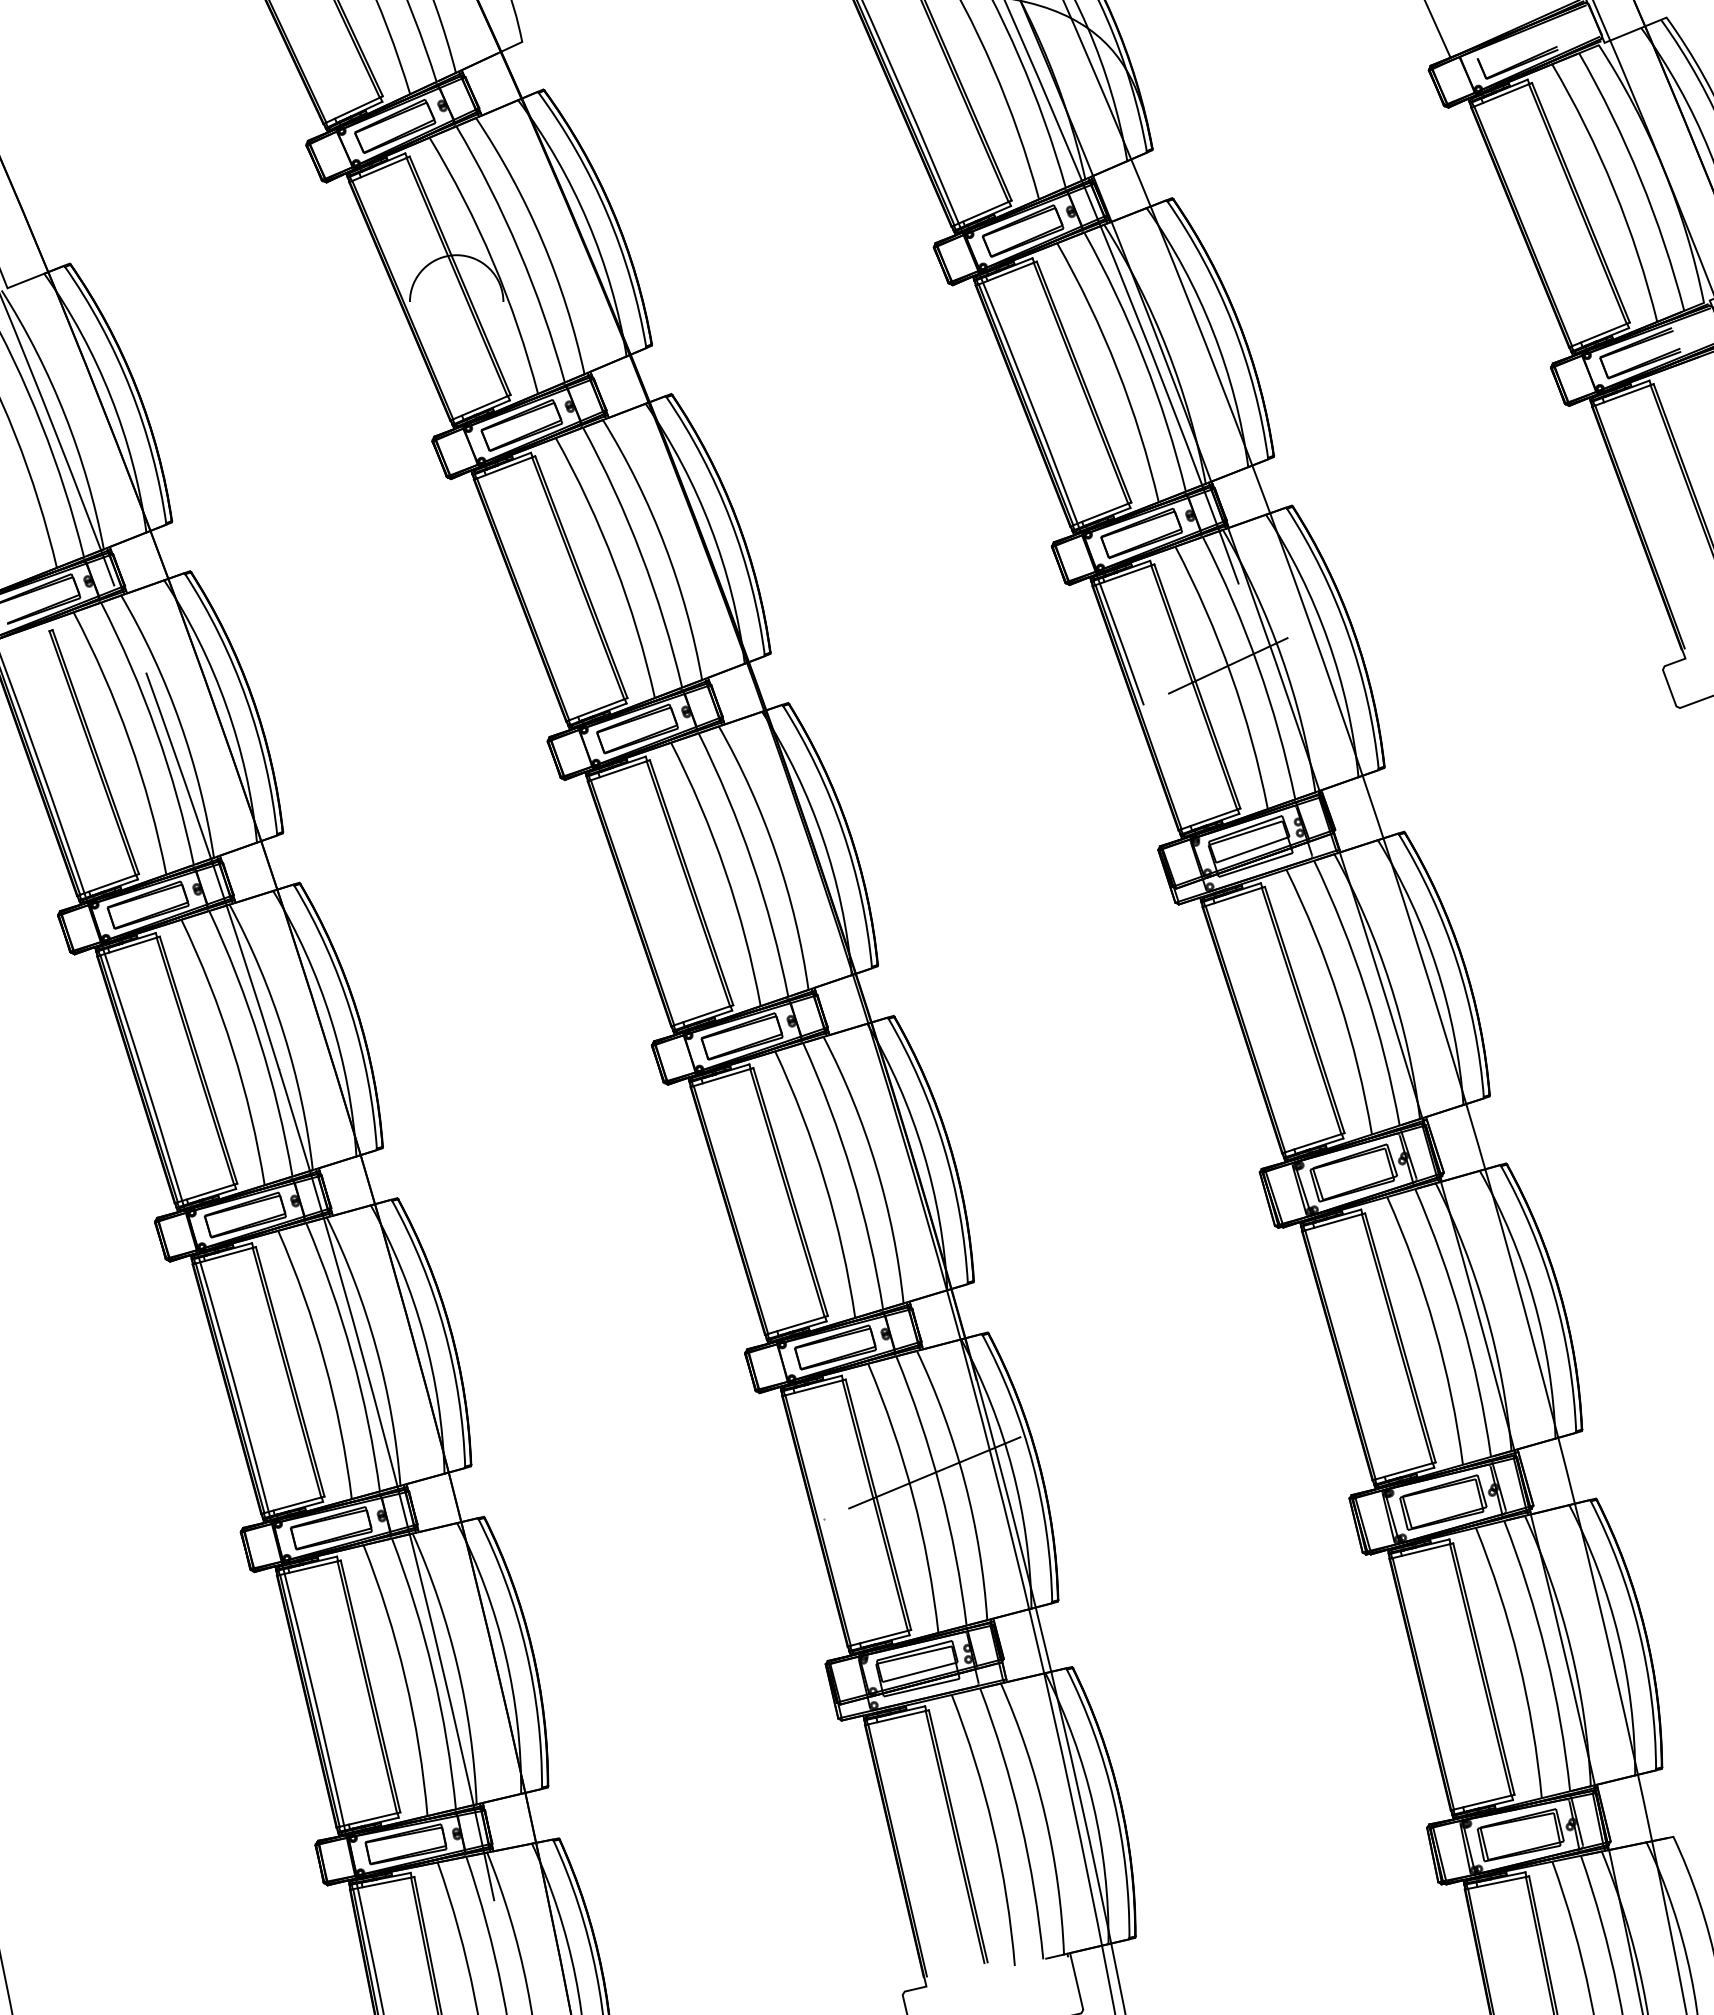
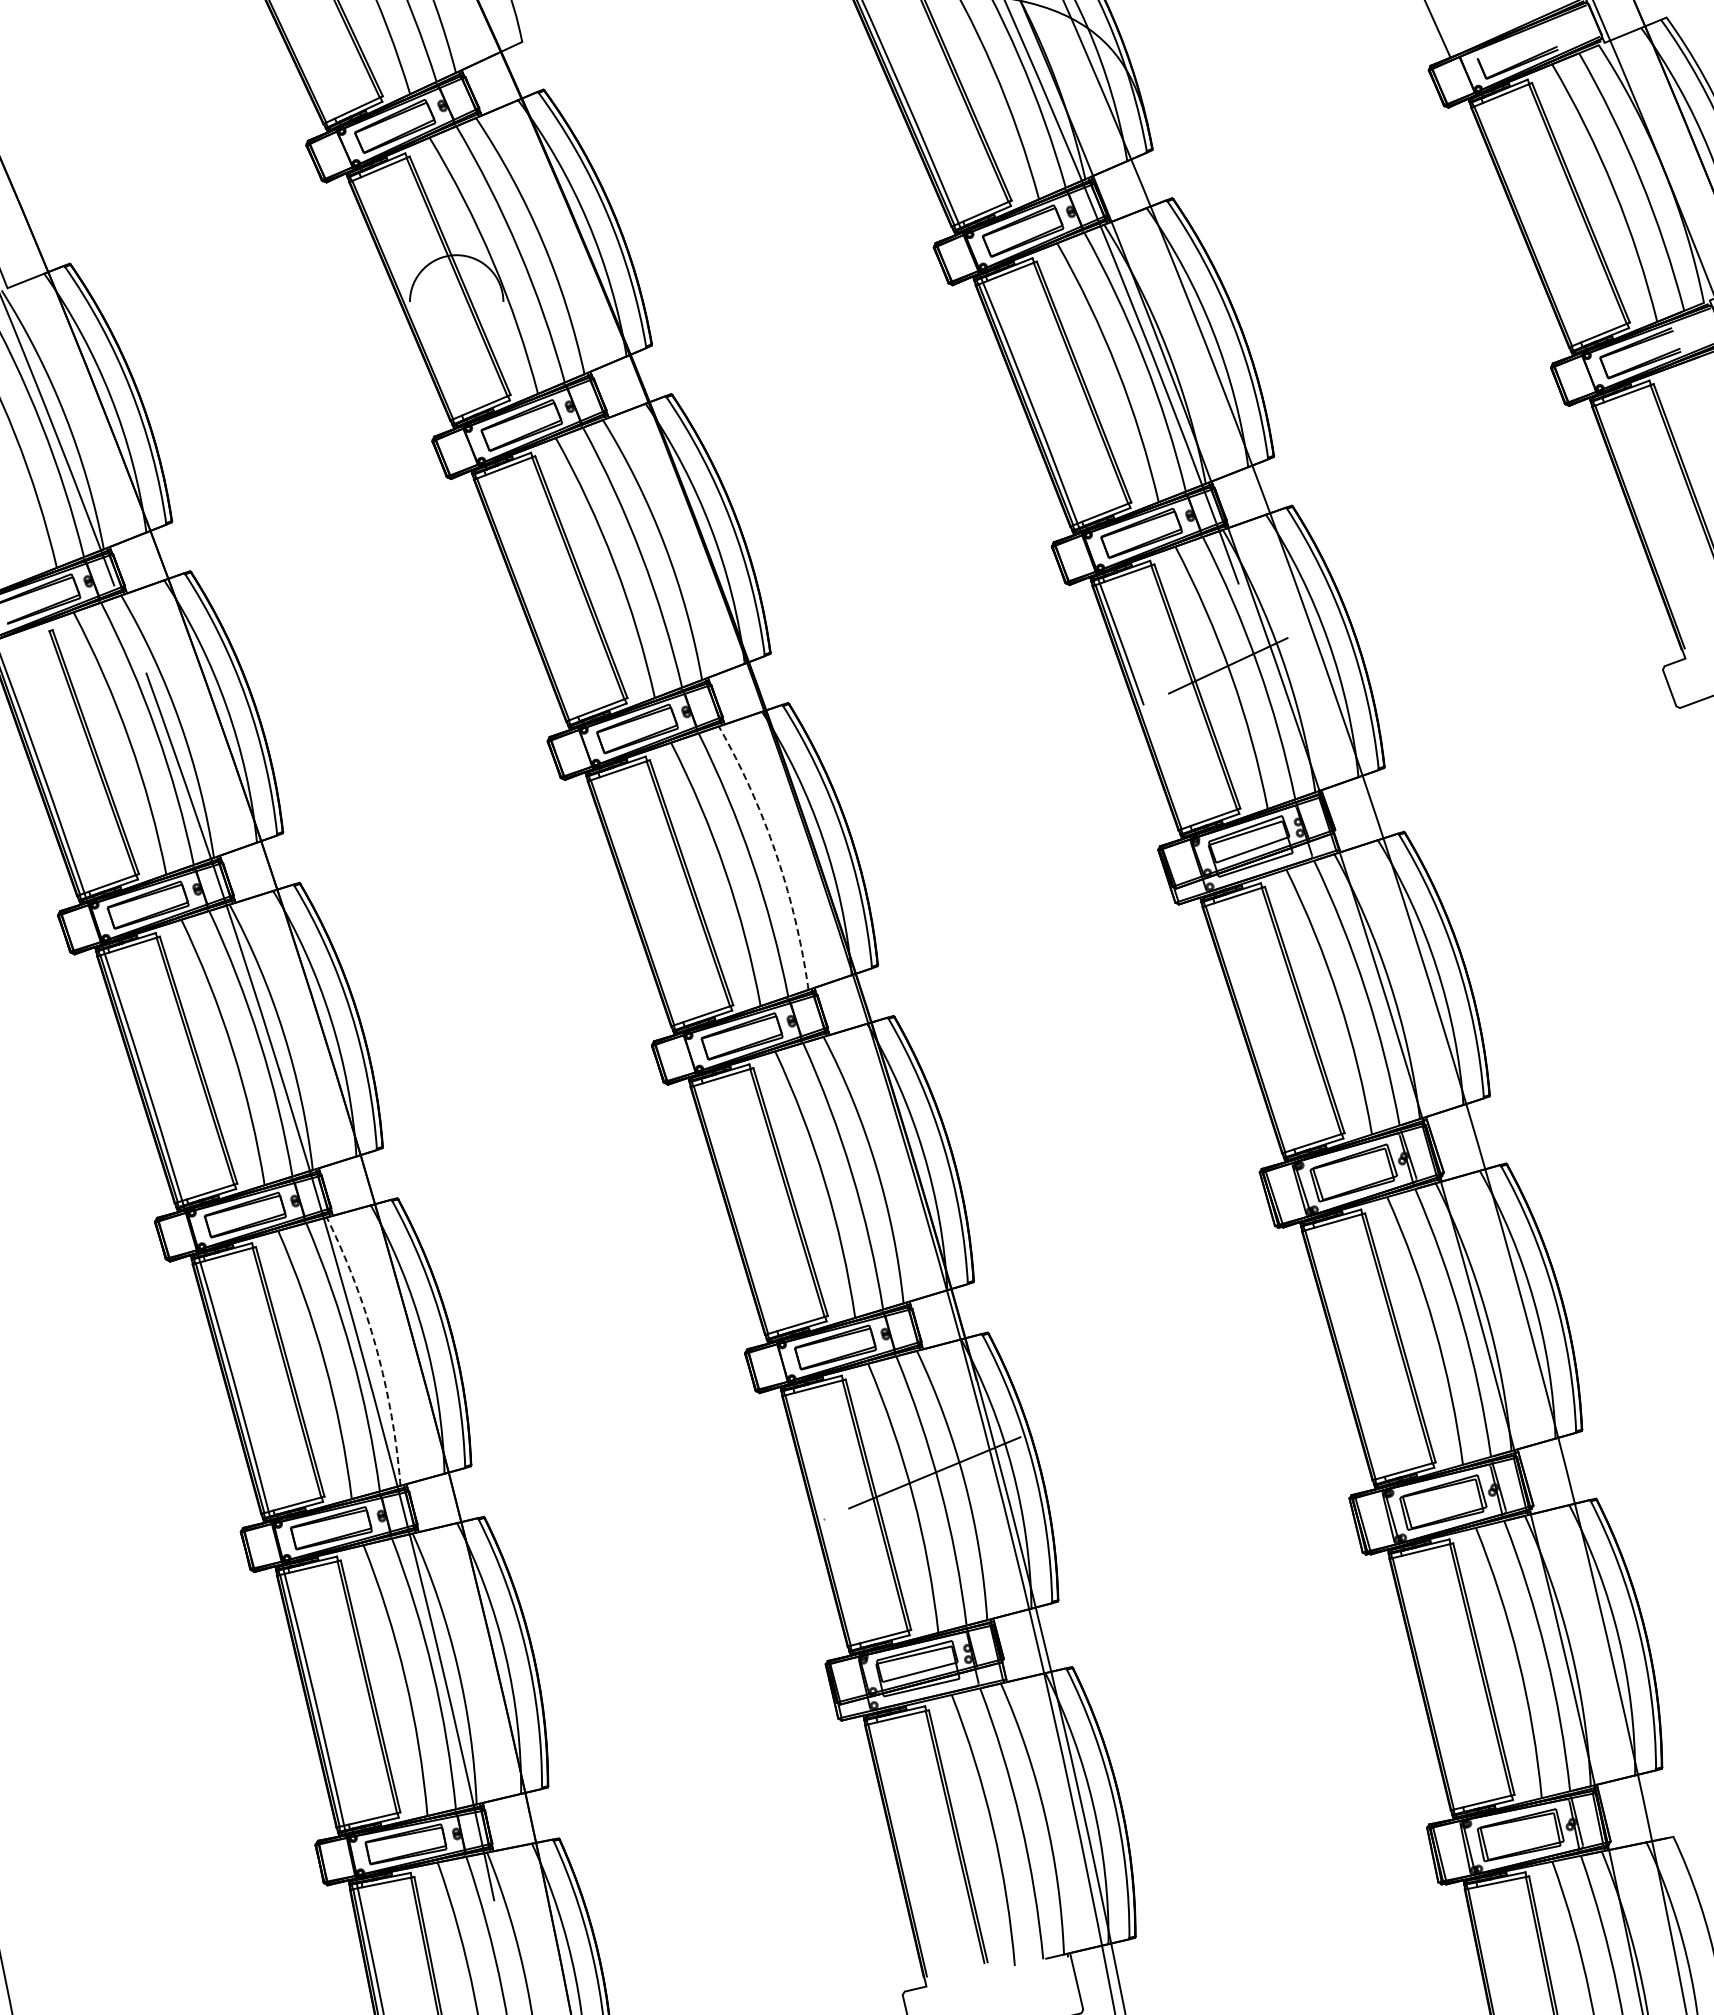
arc at (776, 853): solid -> dashed
arc at (376, 1348): solid -> dashed
